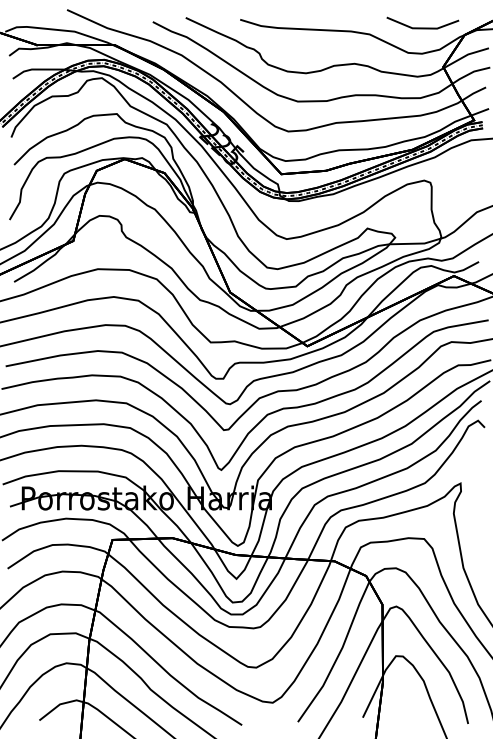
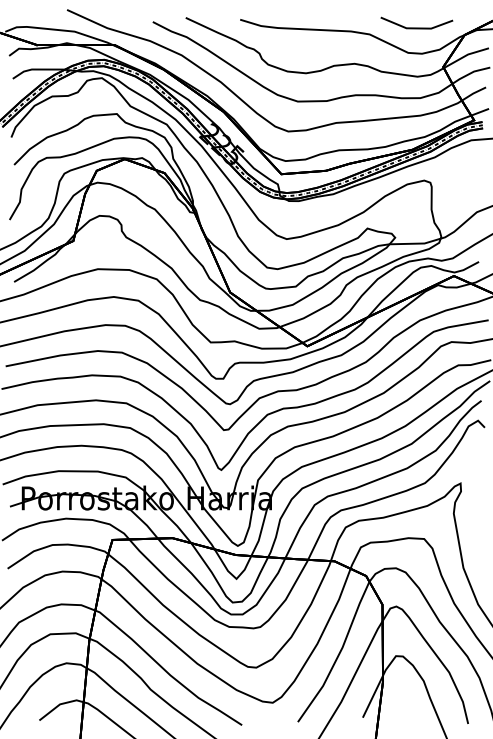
line at (422, 27) position: (422, 27) -> (416, 27)
